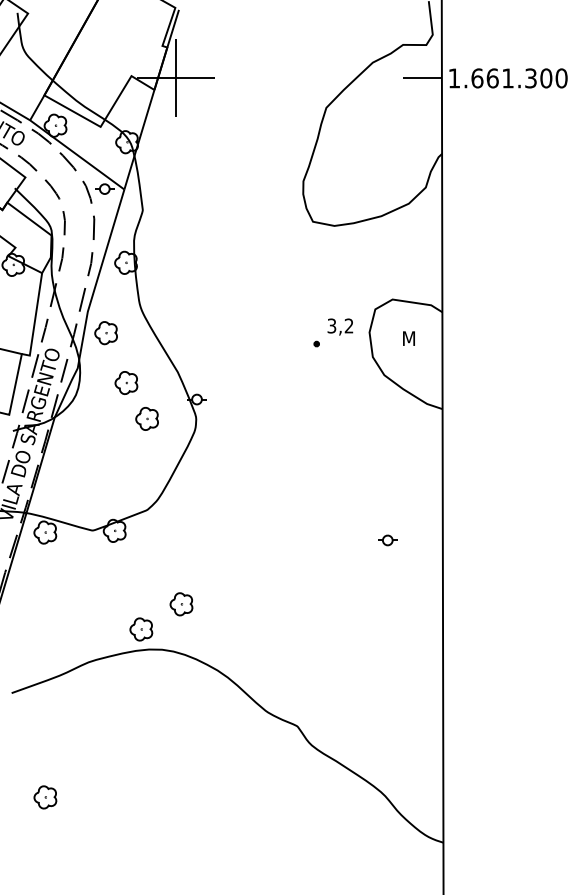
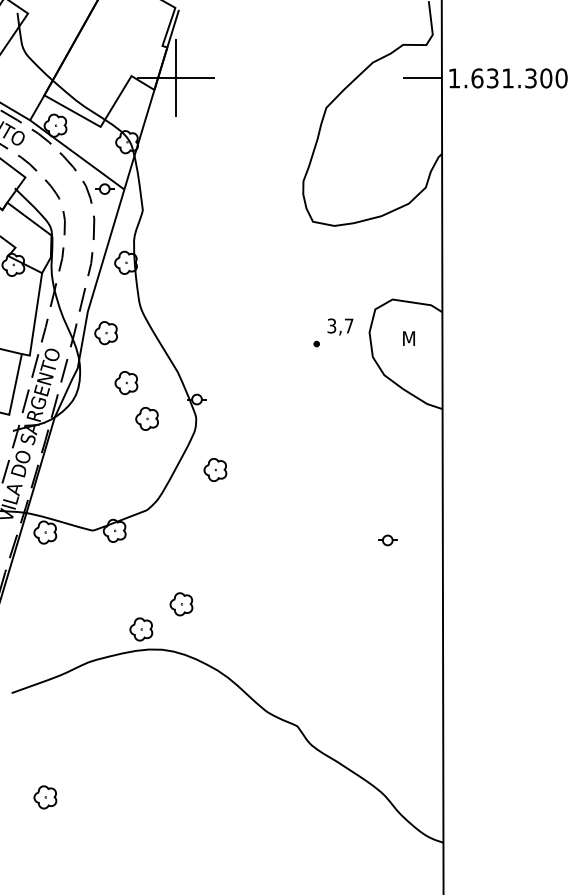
text at (492, 78): 1.661.300 -> 1.631.300
text at (348, 325): 3,2 -> 3,7
part at (215, 469): none -> present
